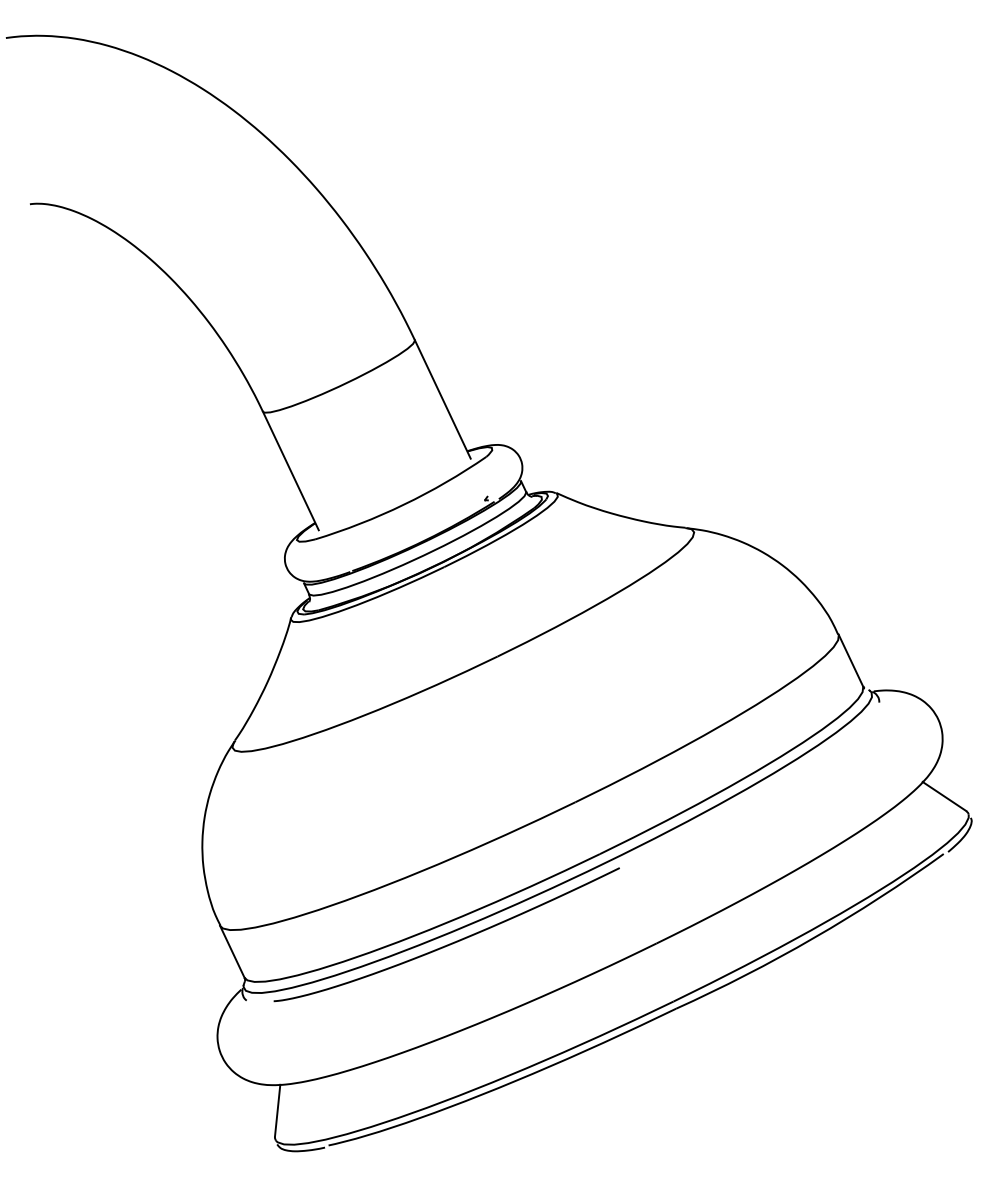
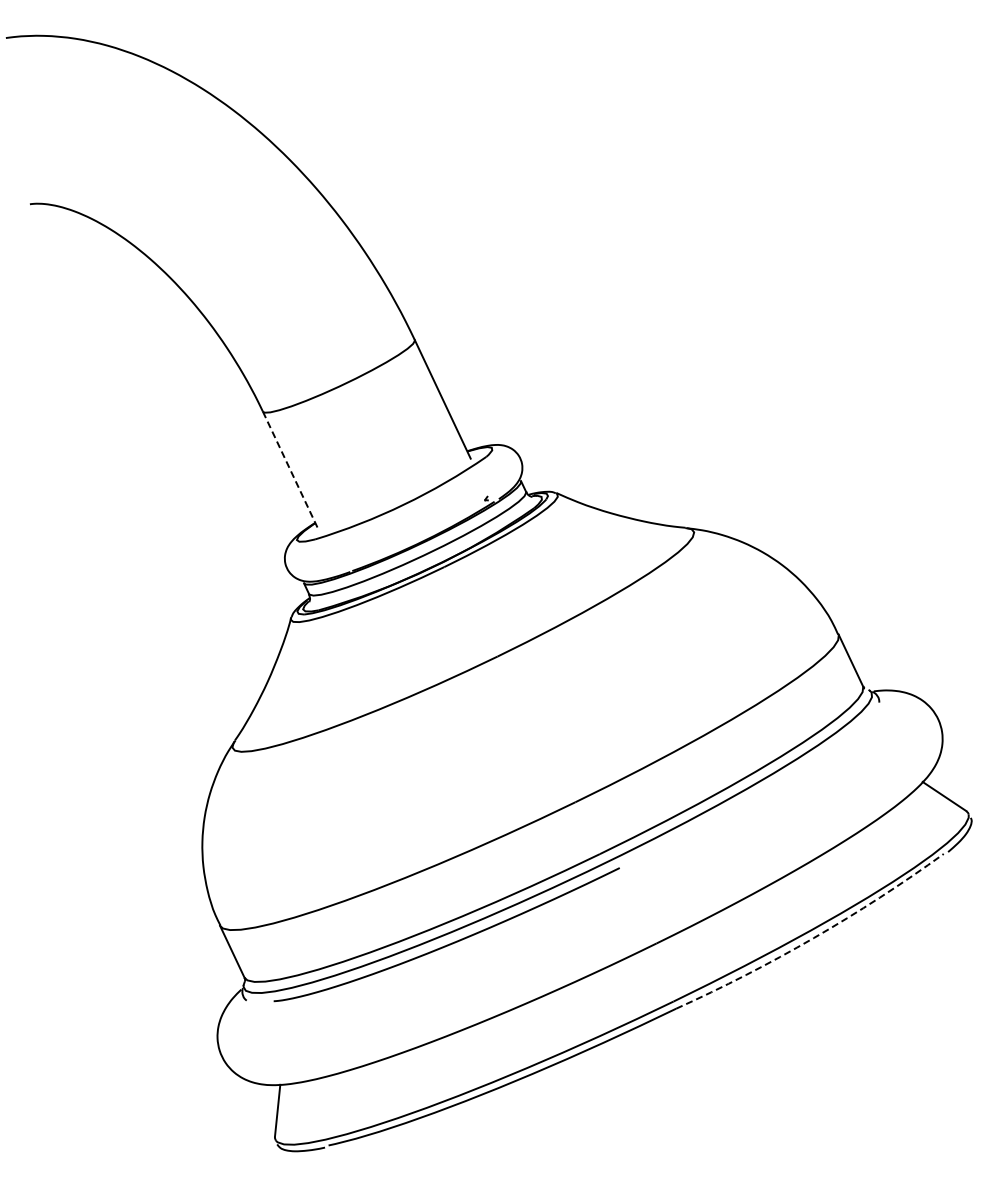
line at (290, 470): solid -> dashed
arc at (813, 938): solid -> dashed
